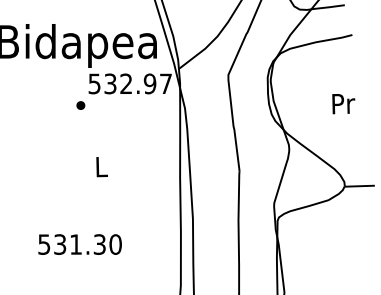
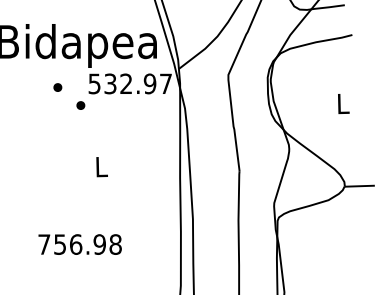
part at (57, 87): none -> present
text at (343, 104): Pr -> L
text at (79, 244): 531.30 -> 756.98
